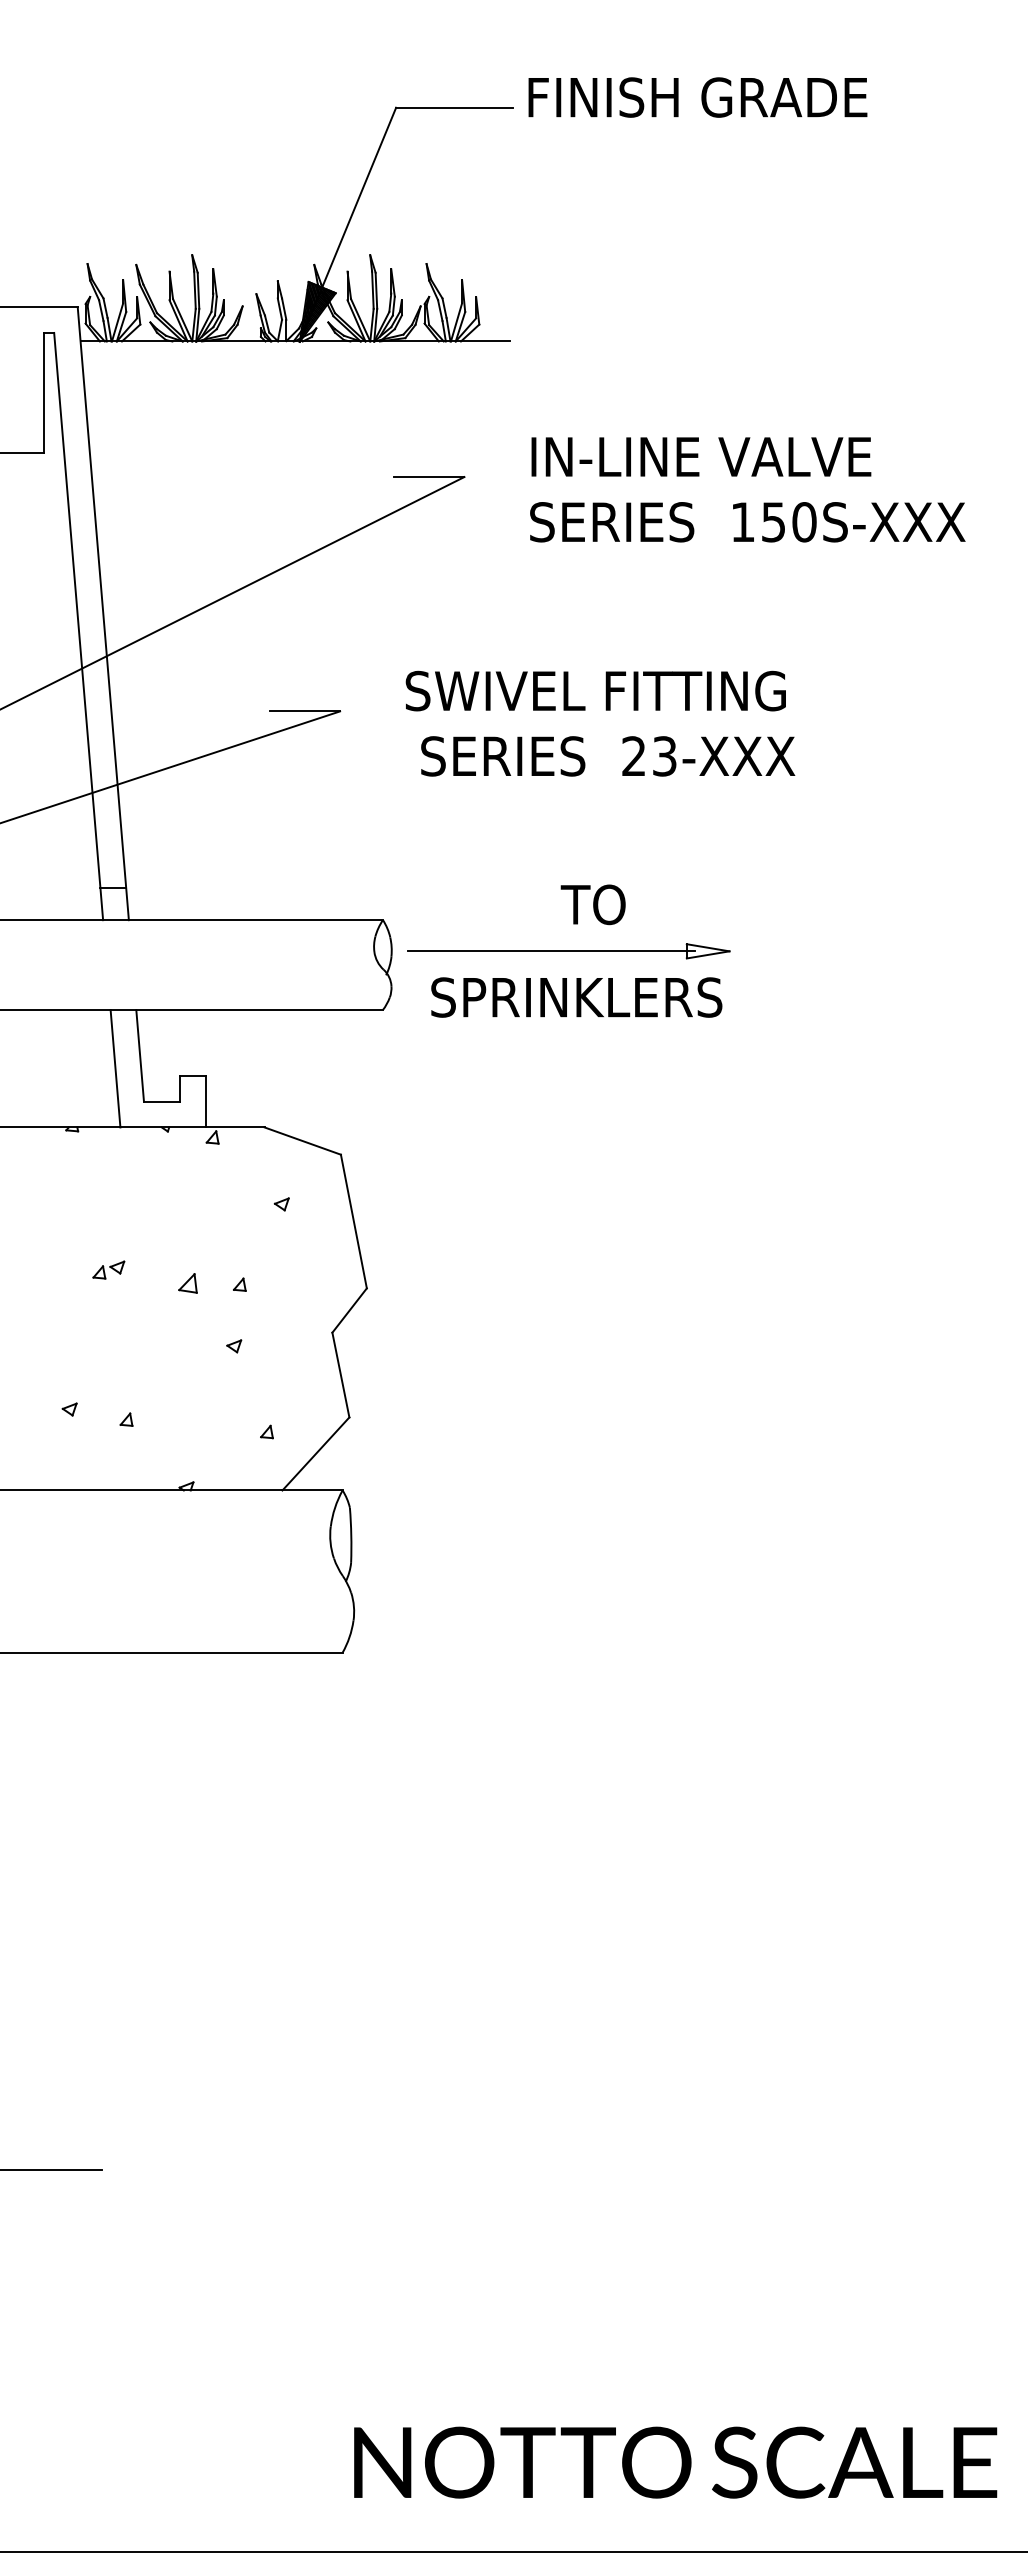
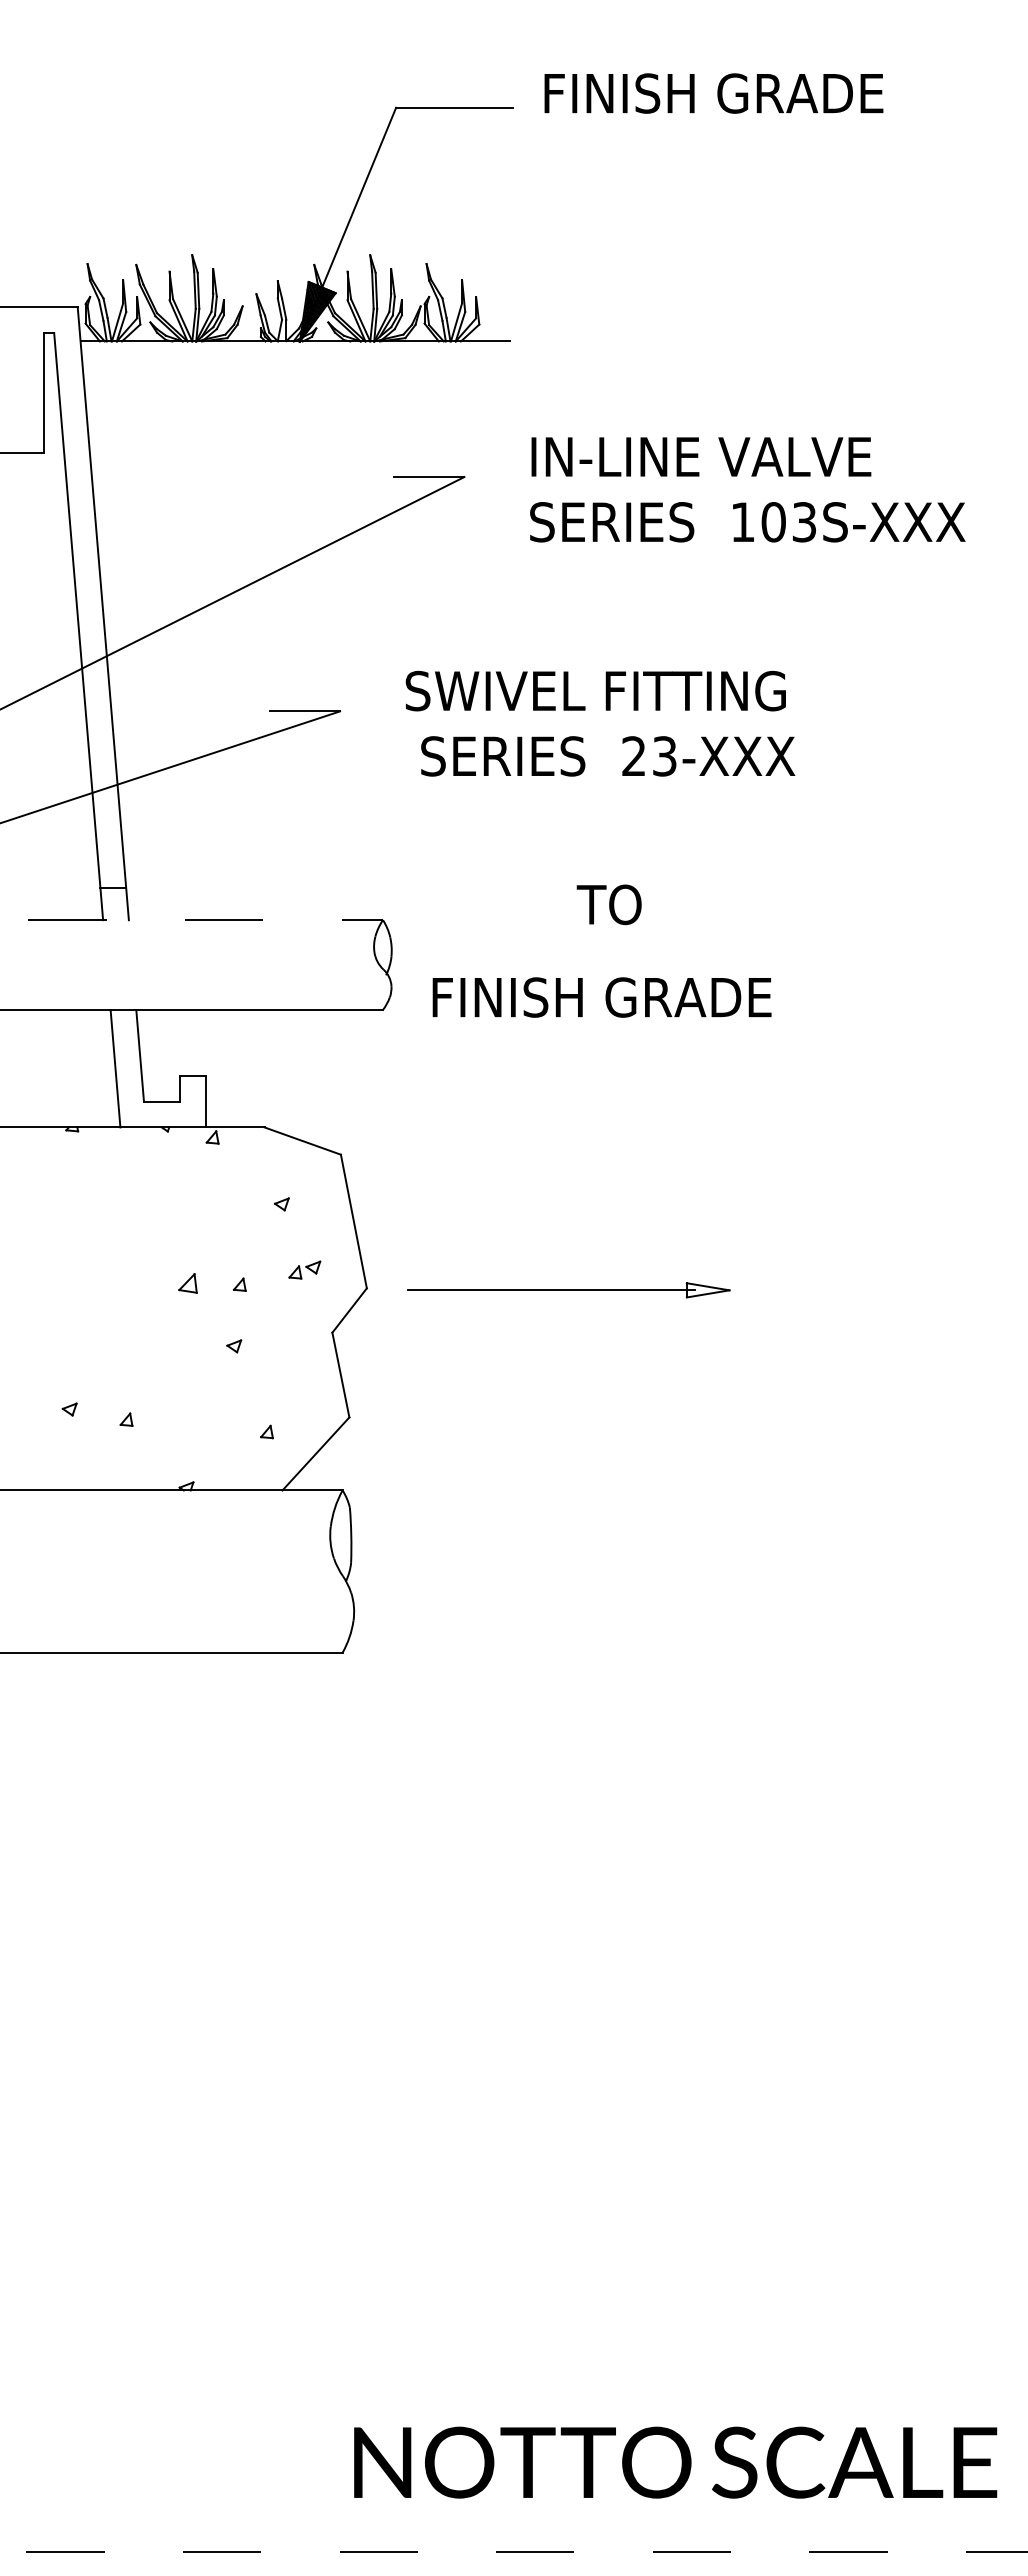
text at (697, 97) position: (697, 97) -> (713, 93)
text at (788, 522): 150S-XXX -> 103S-XXX
text at (592, 904) position: (592, 904) -> (608, 904)
line at (192, 920): solid -> dashed
part at (568, 951) position: (568, 951) -> (568, 1290)
text at (601, 997): SPRINKLERS -> FINISH GRADE
part at (108, 1269) position: (108, 1269) -> (304, 1269)
line at (52, 2170): present -> none
line at (513, 2552): solid -> dashed
